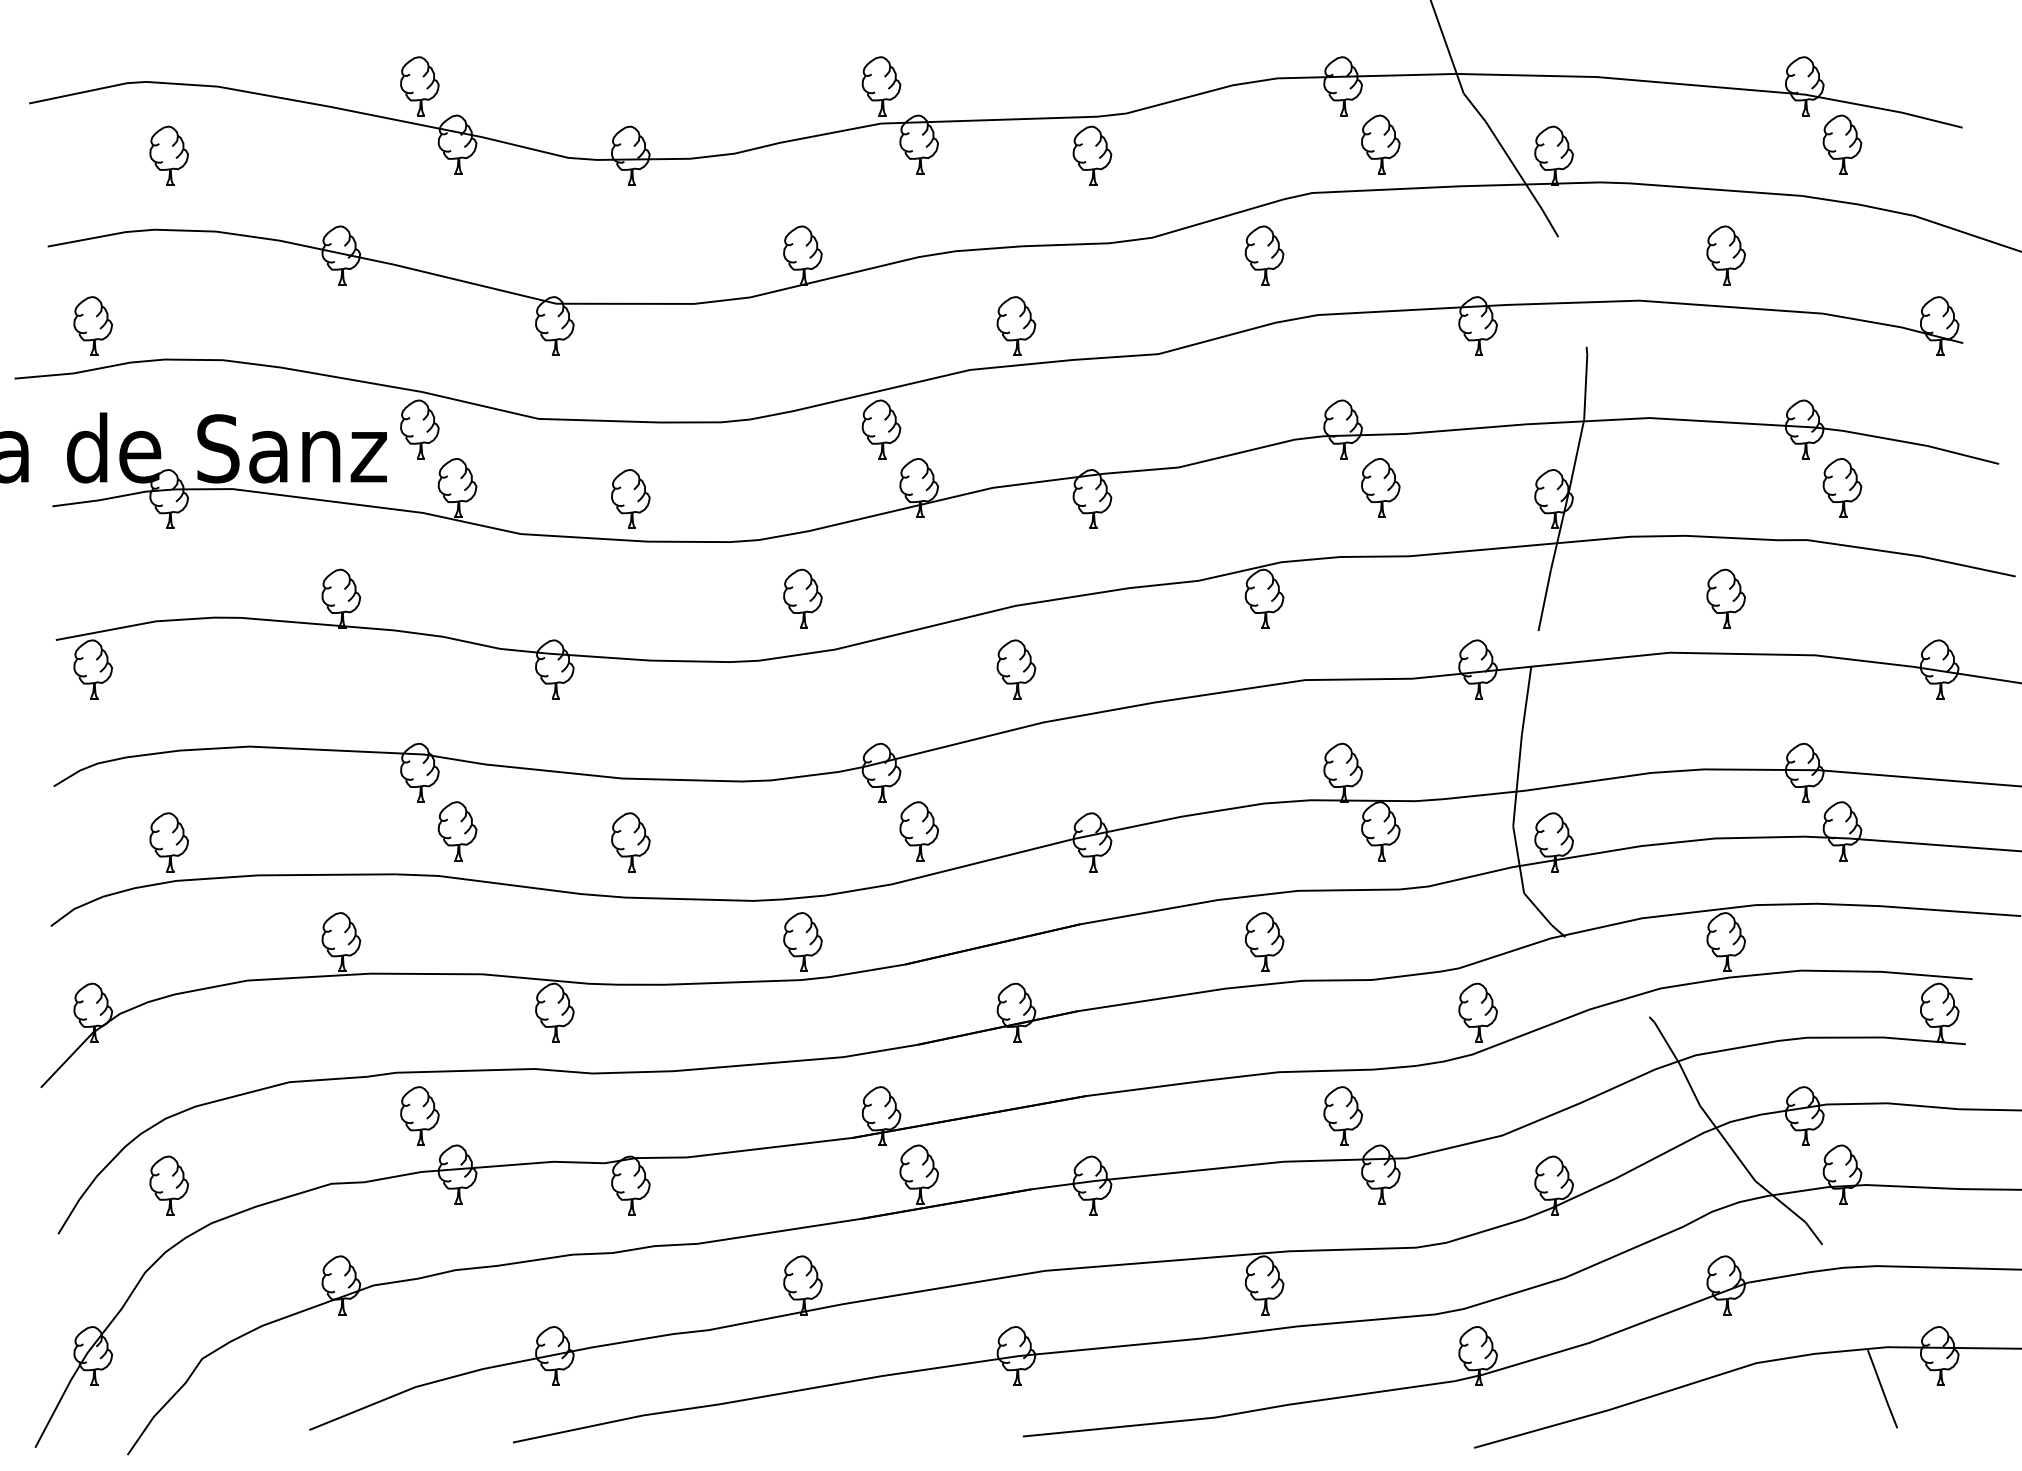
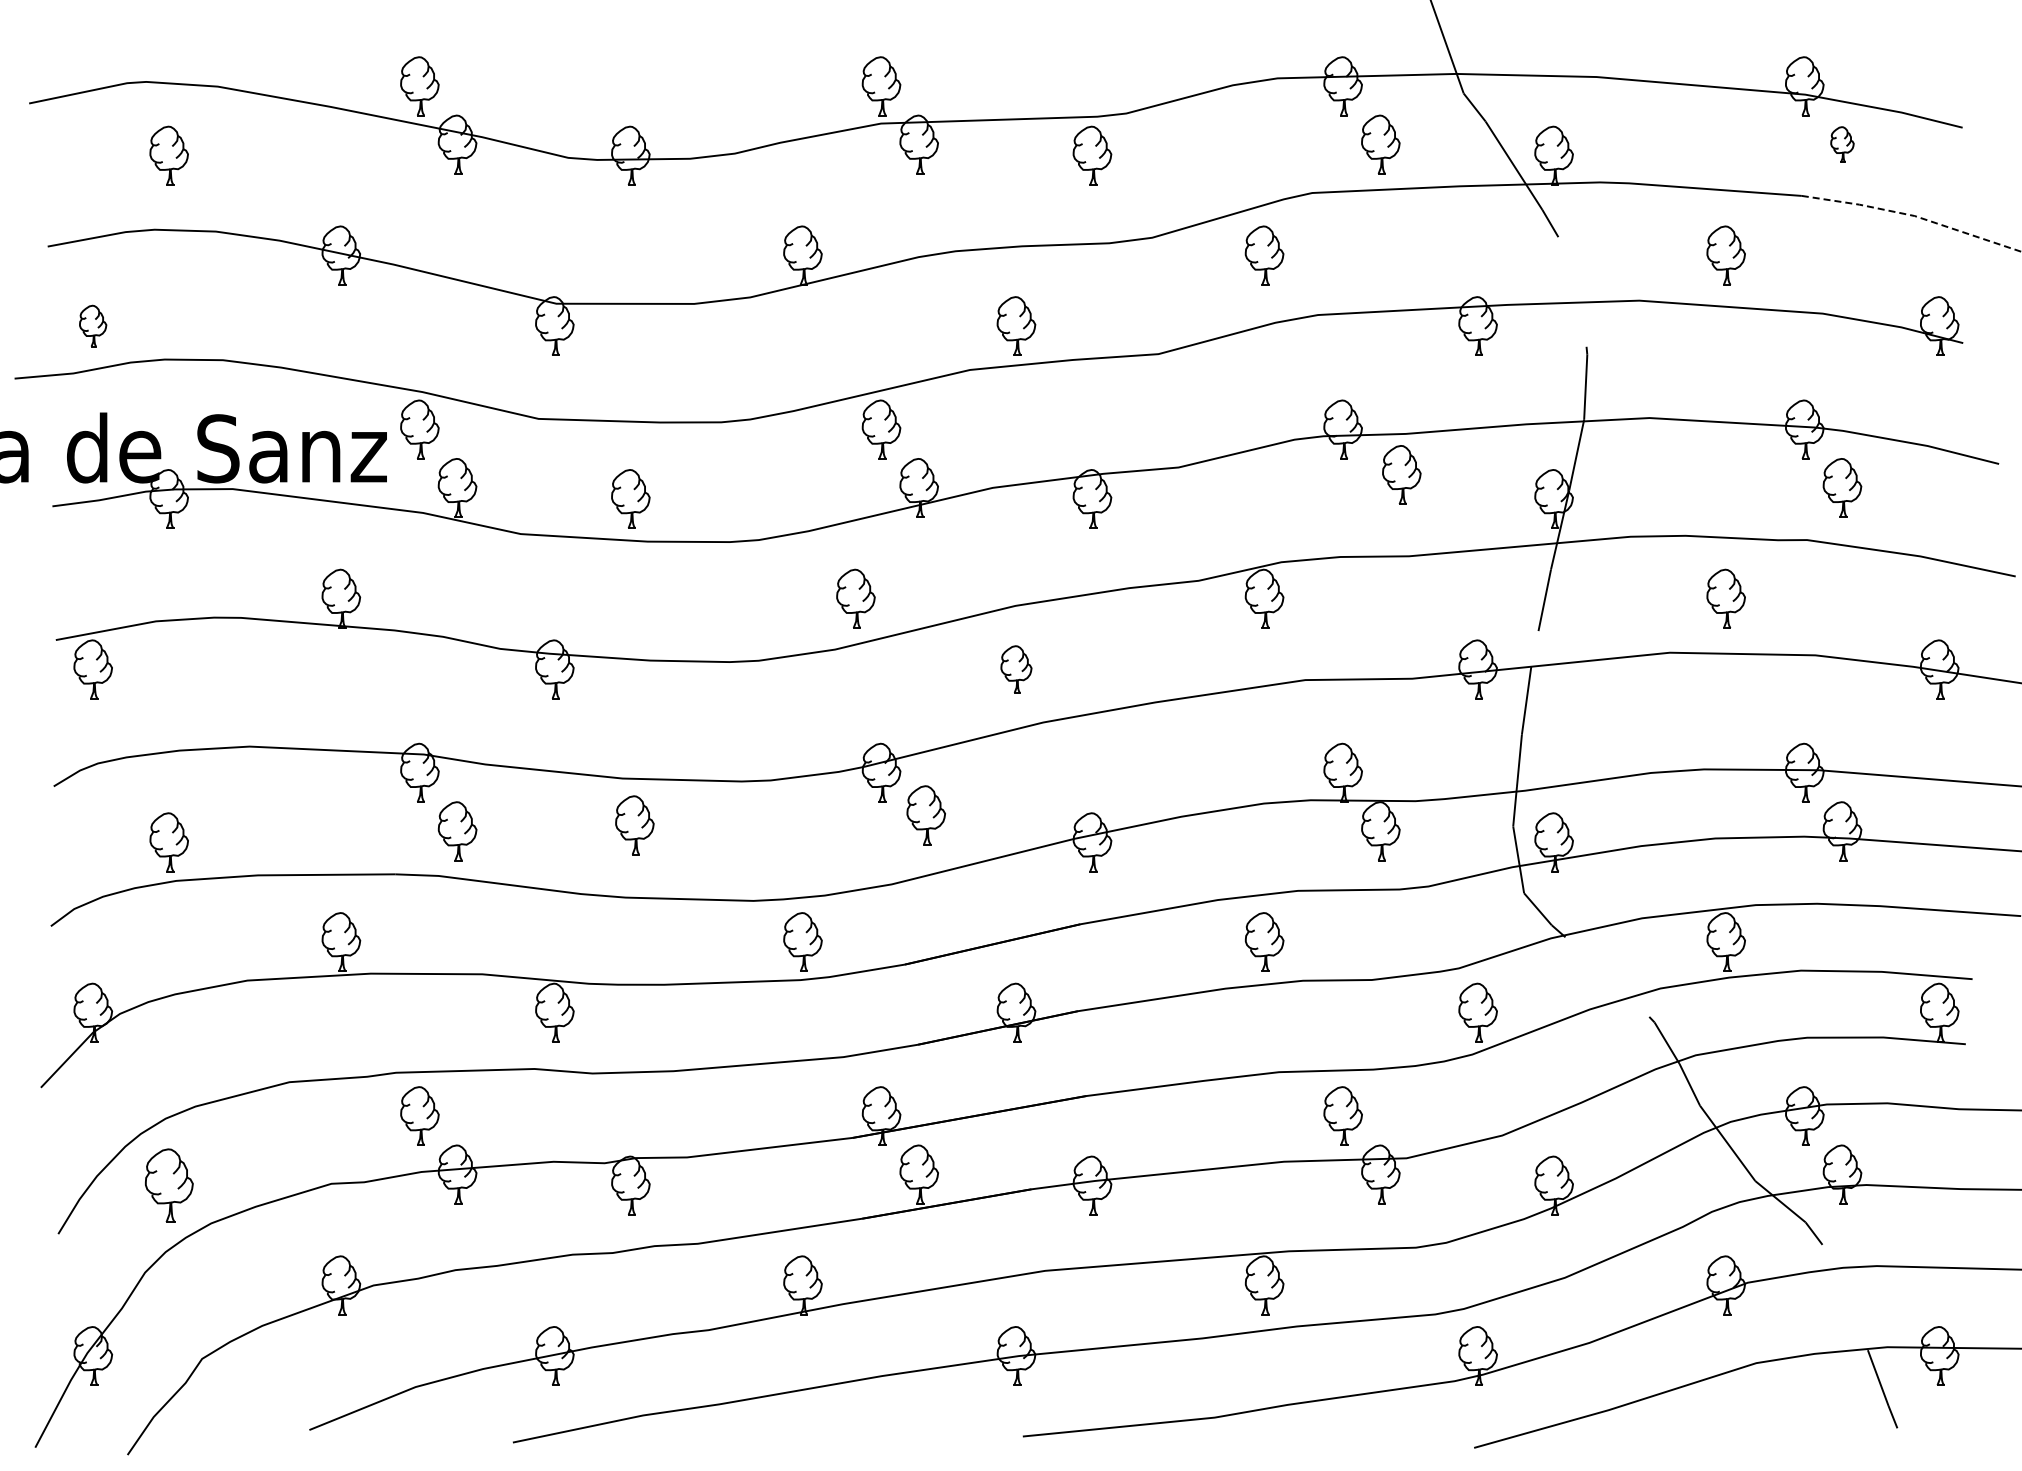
part at (1842, 144) size: 41x61 px -> 25x37 px
line at (1913, 215): solid -> dashed
part at (92, 325) size: 40x60 px -> 29x44 px
part at (1380, 487) position: (1380, 487) -> (1401, 474)
part at (802, 598) position: (802, 598) -> (855, 598)
part at (1016, 669) size: 41x61 px -> 33x49 px
part at (918, 831) position: (918, 831) -> (925, 815)
part at (630, 842) position: (630, 842) -> (634, 825)
part at (168, 1185) size: 40x61 px -> 49x75 px
